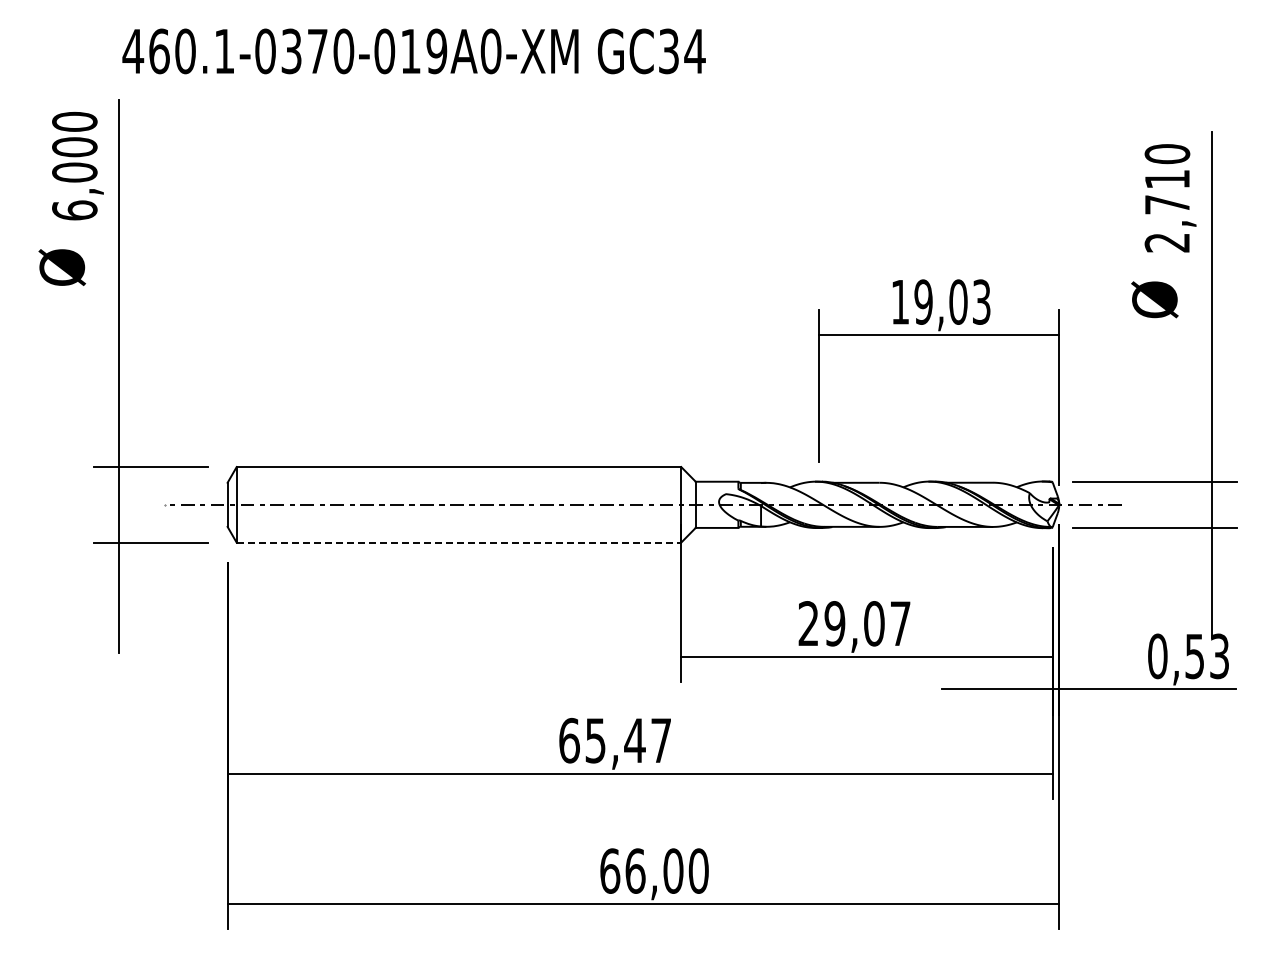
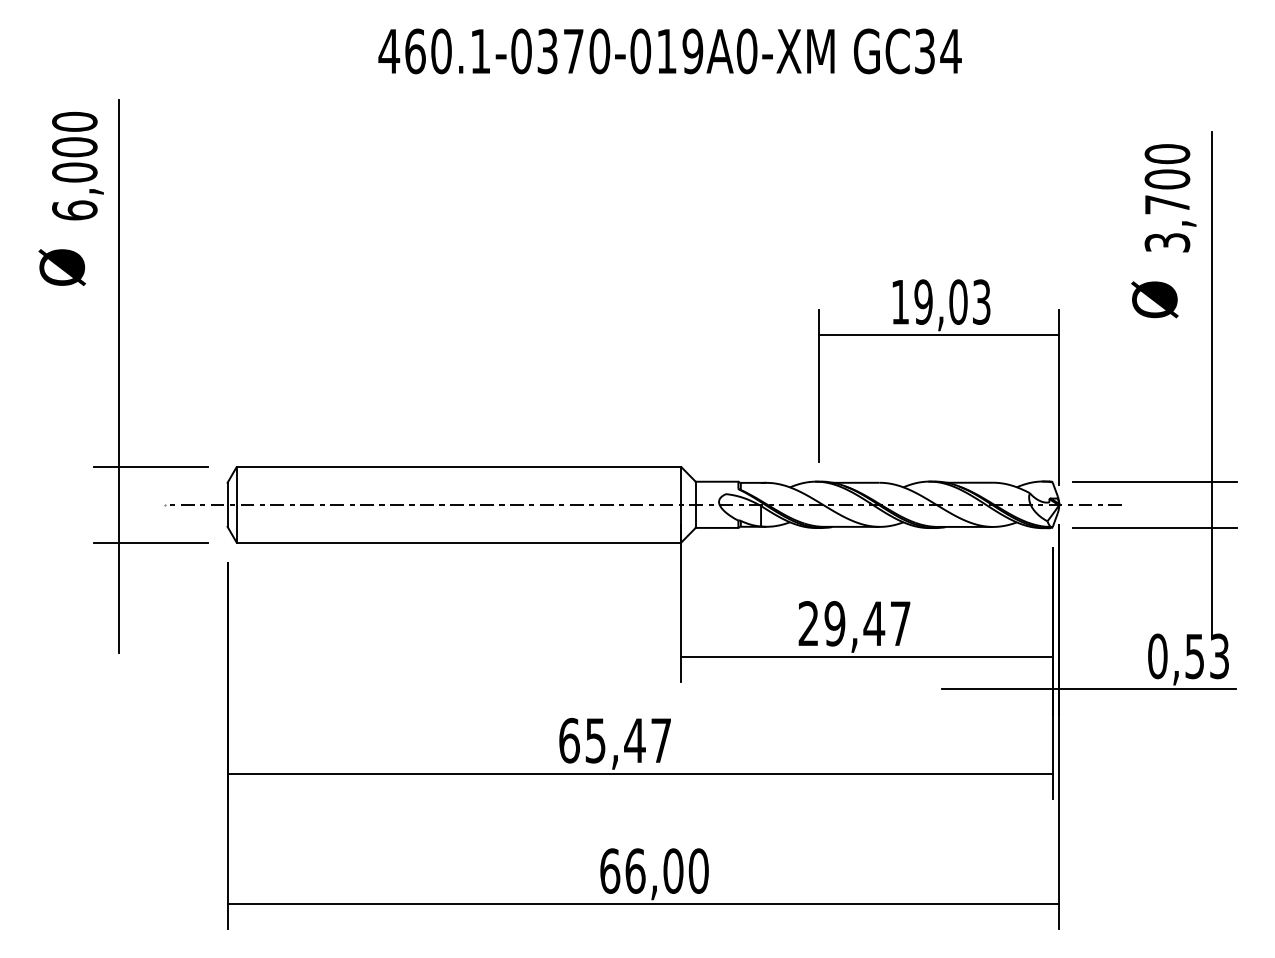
text at (413, 51) position: (413, 51) -> (669, 51)
text at (1167, 210): 2,710 -> 3,700
line at (459, 542): dashed -> solid
text at (874, 623): 29,07 -> 29,47
